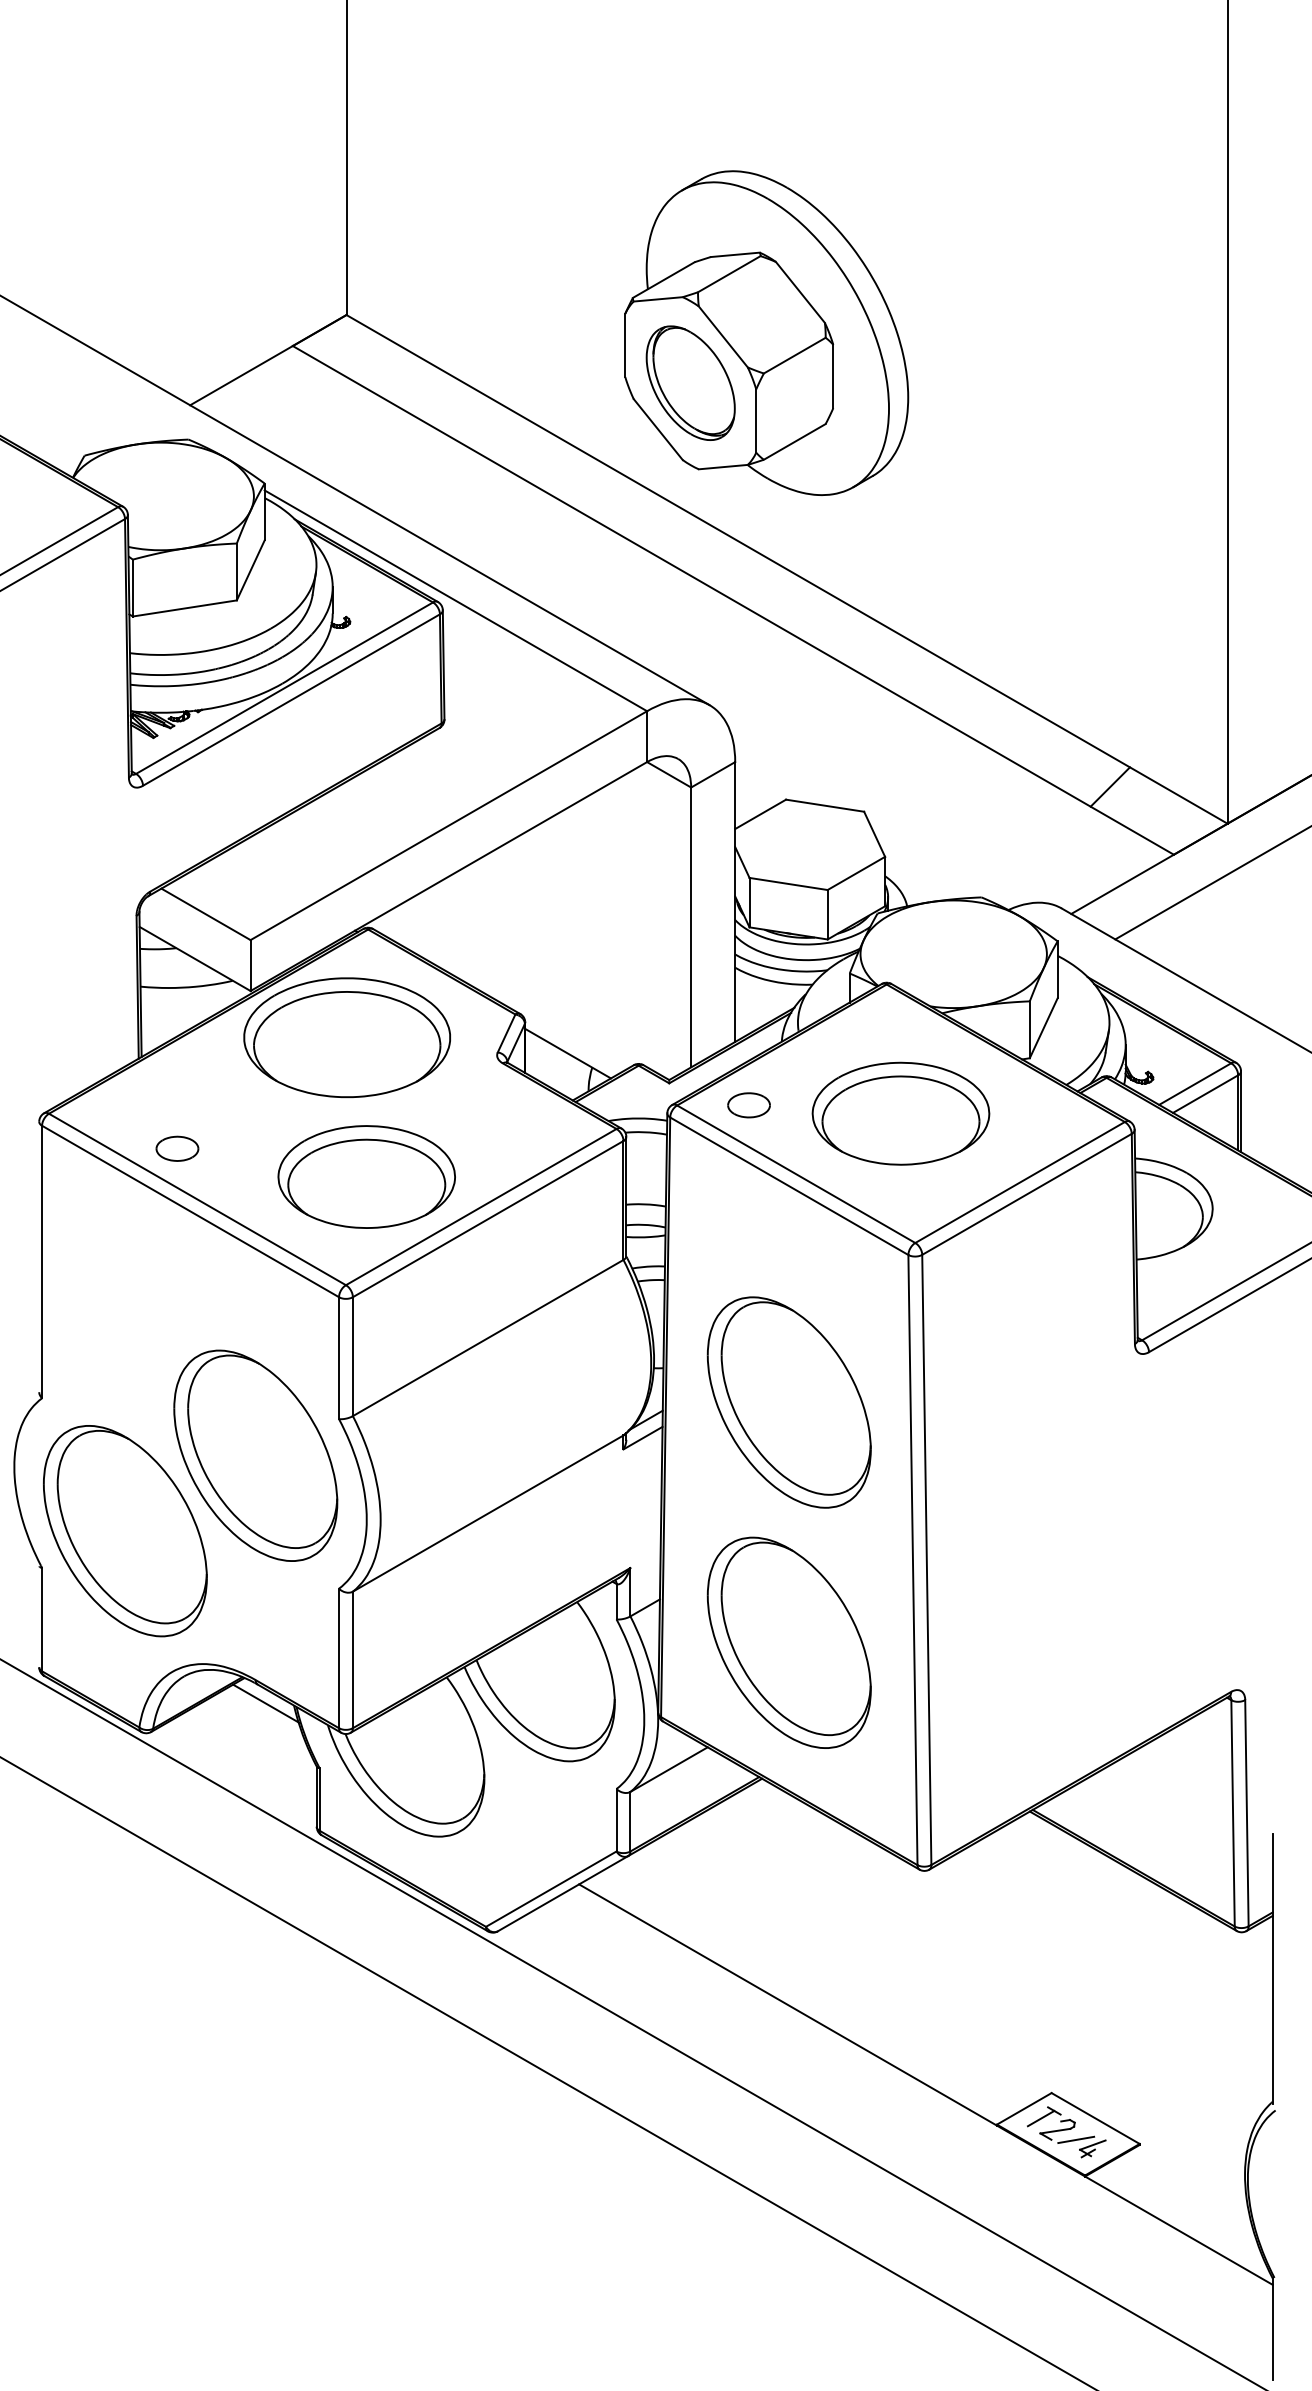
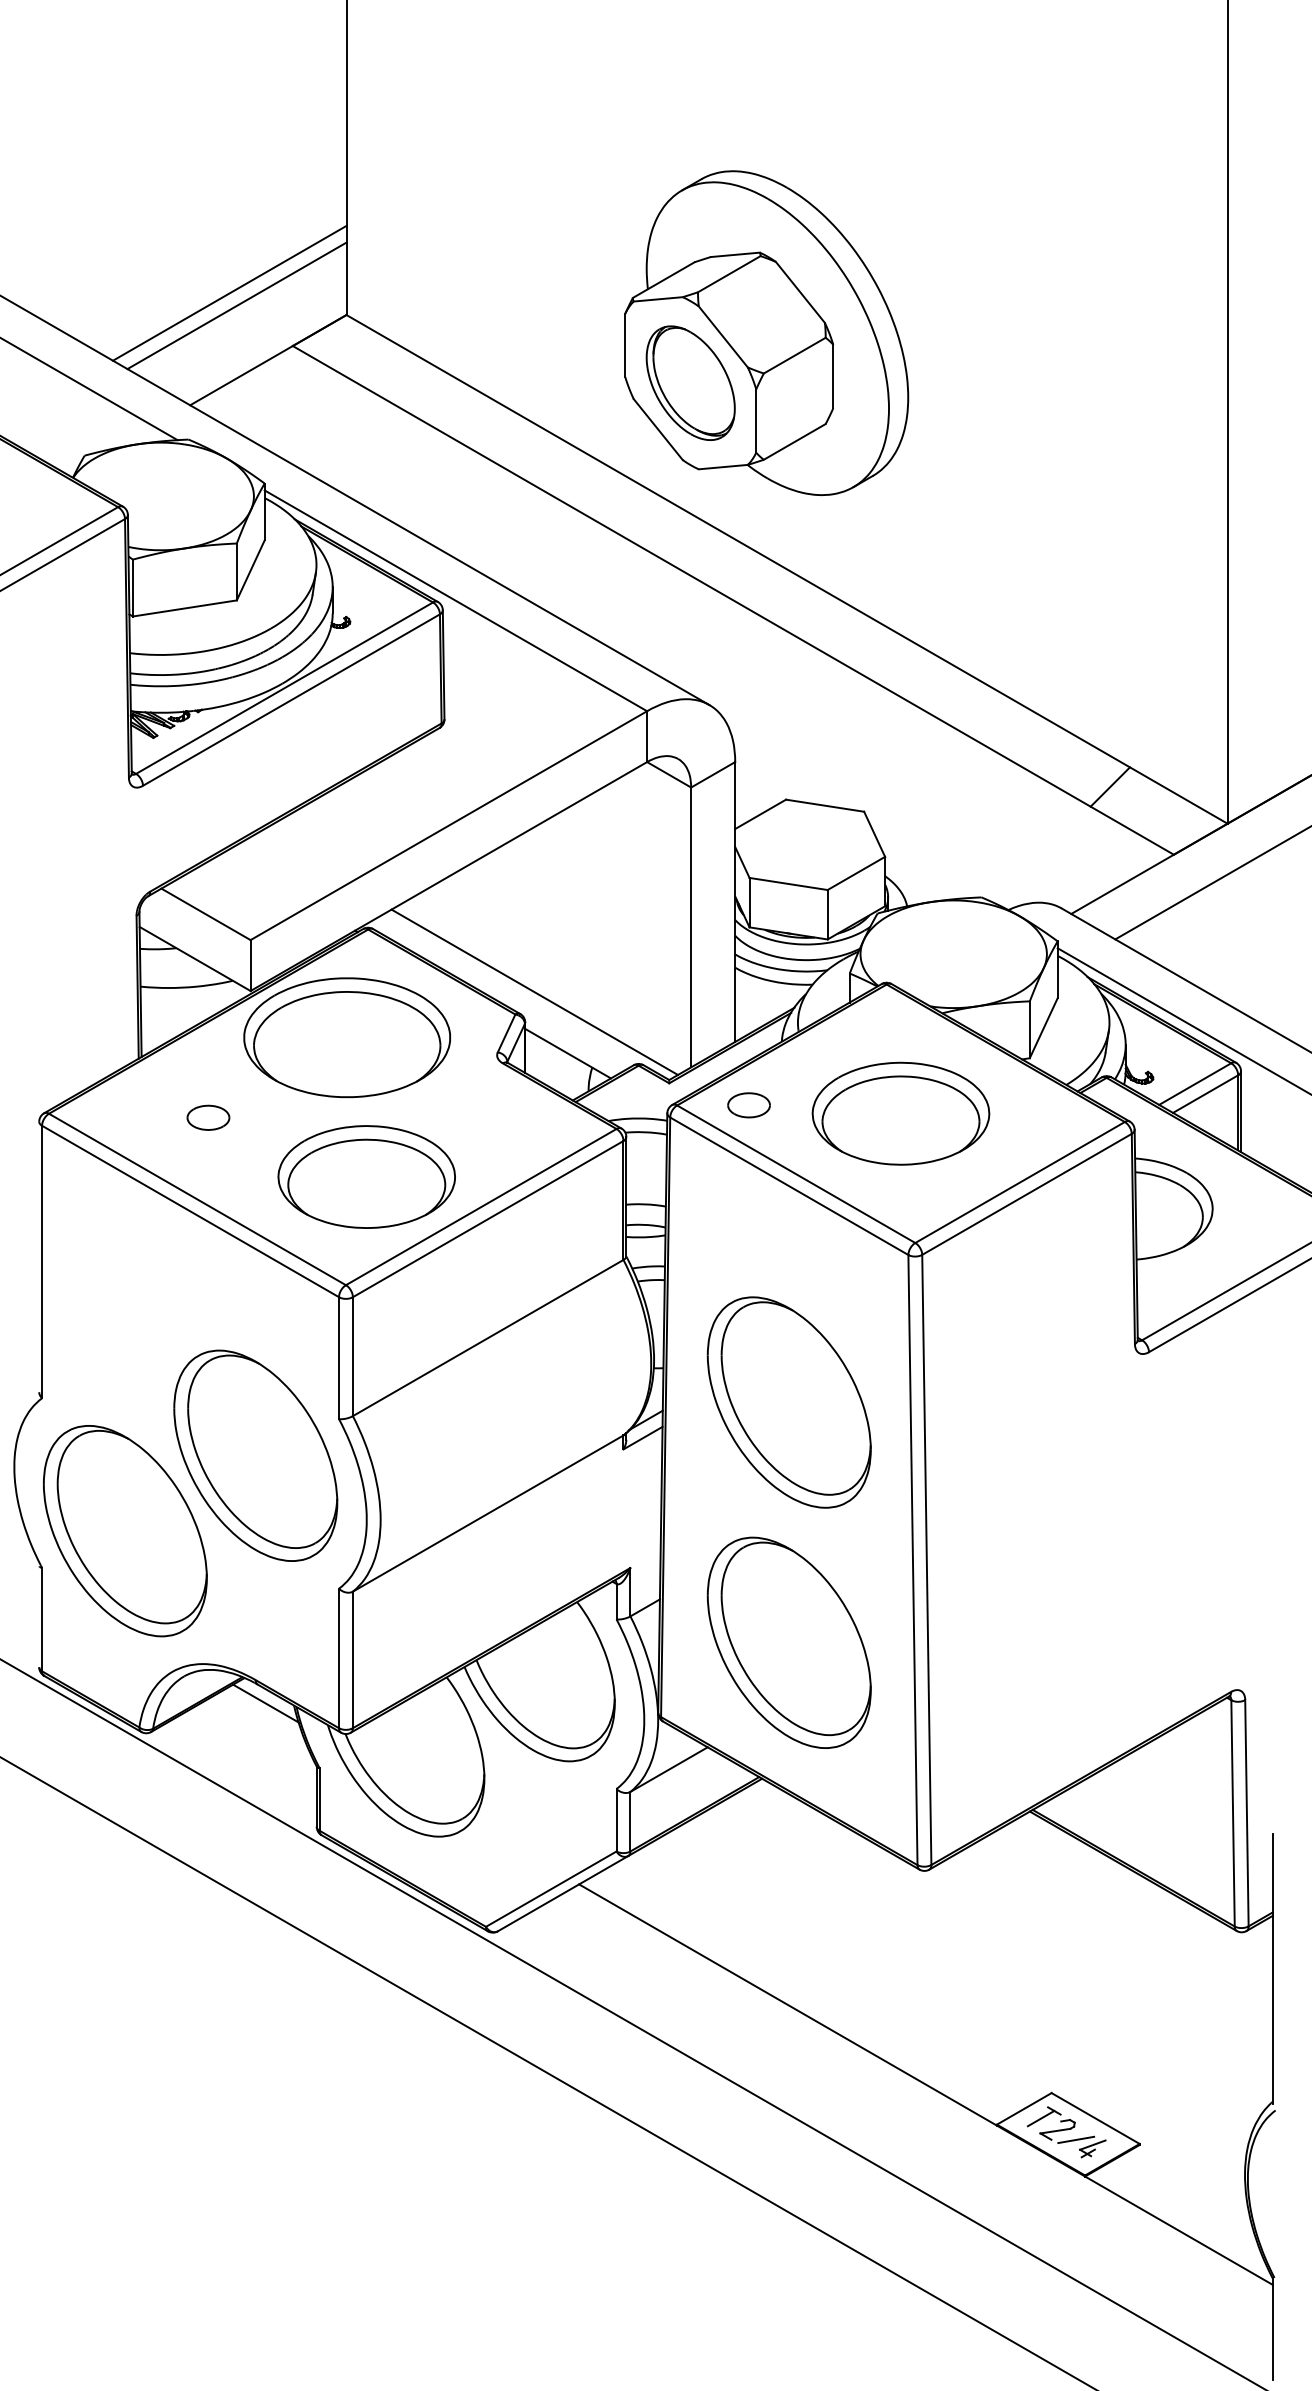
line at (229, 292): none -> present
line at (236, 305): none -> present
line at (89, 389): none -> present
line at (534, 991): none -> present
line at (1182, 1020): none -> present
part at (177, 1148) position: (177, 1148) -> (208, 1117)
